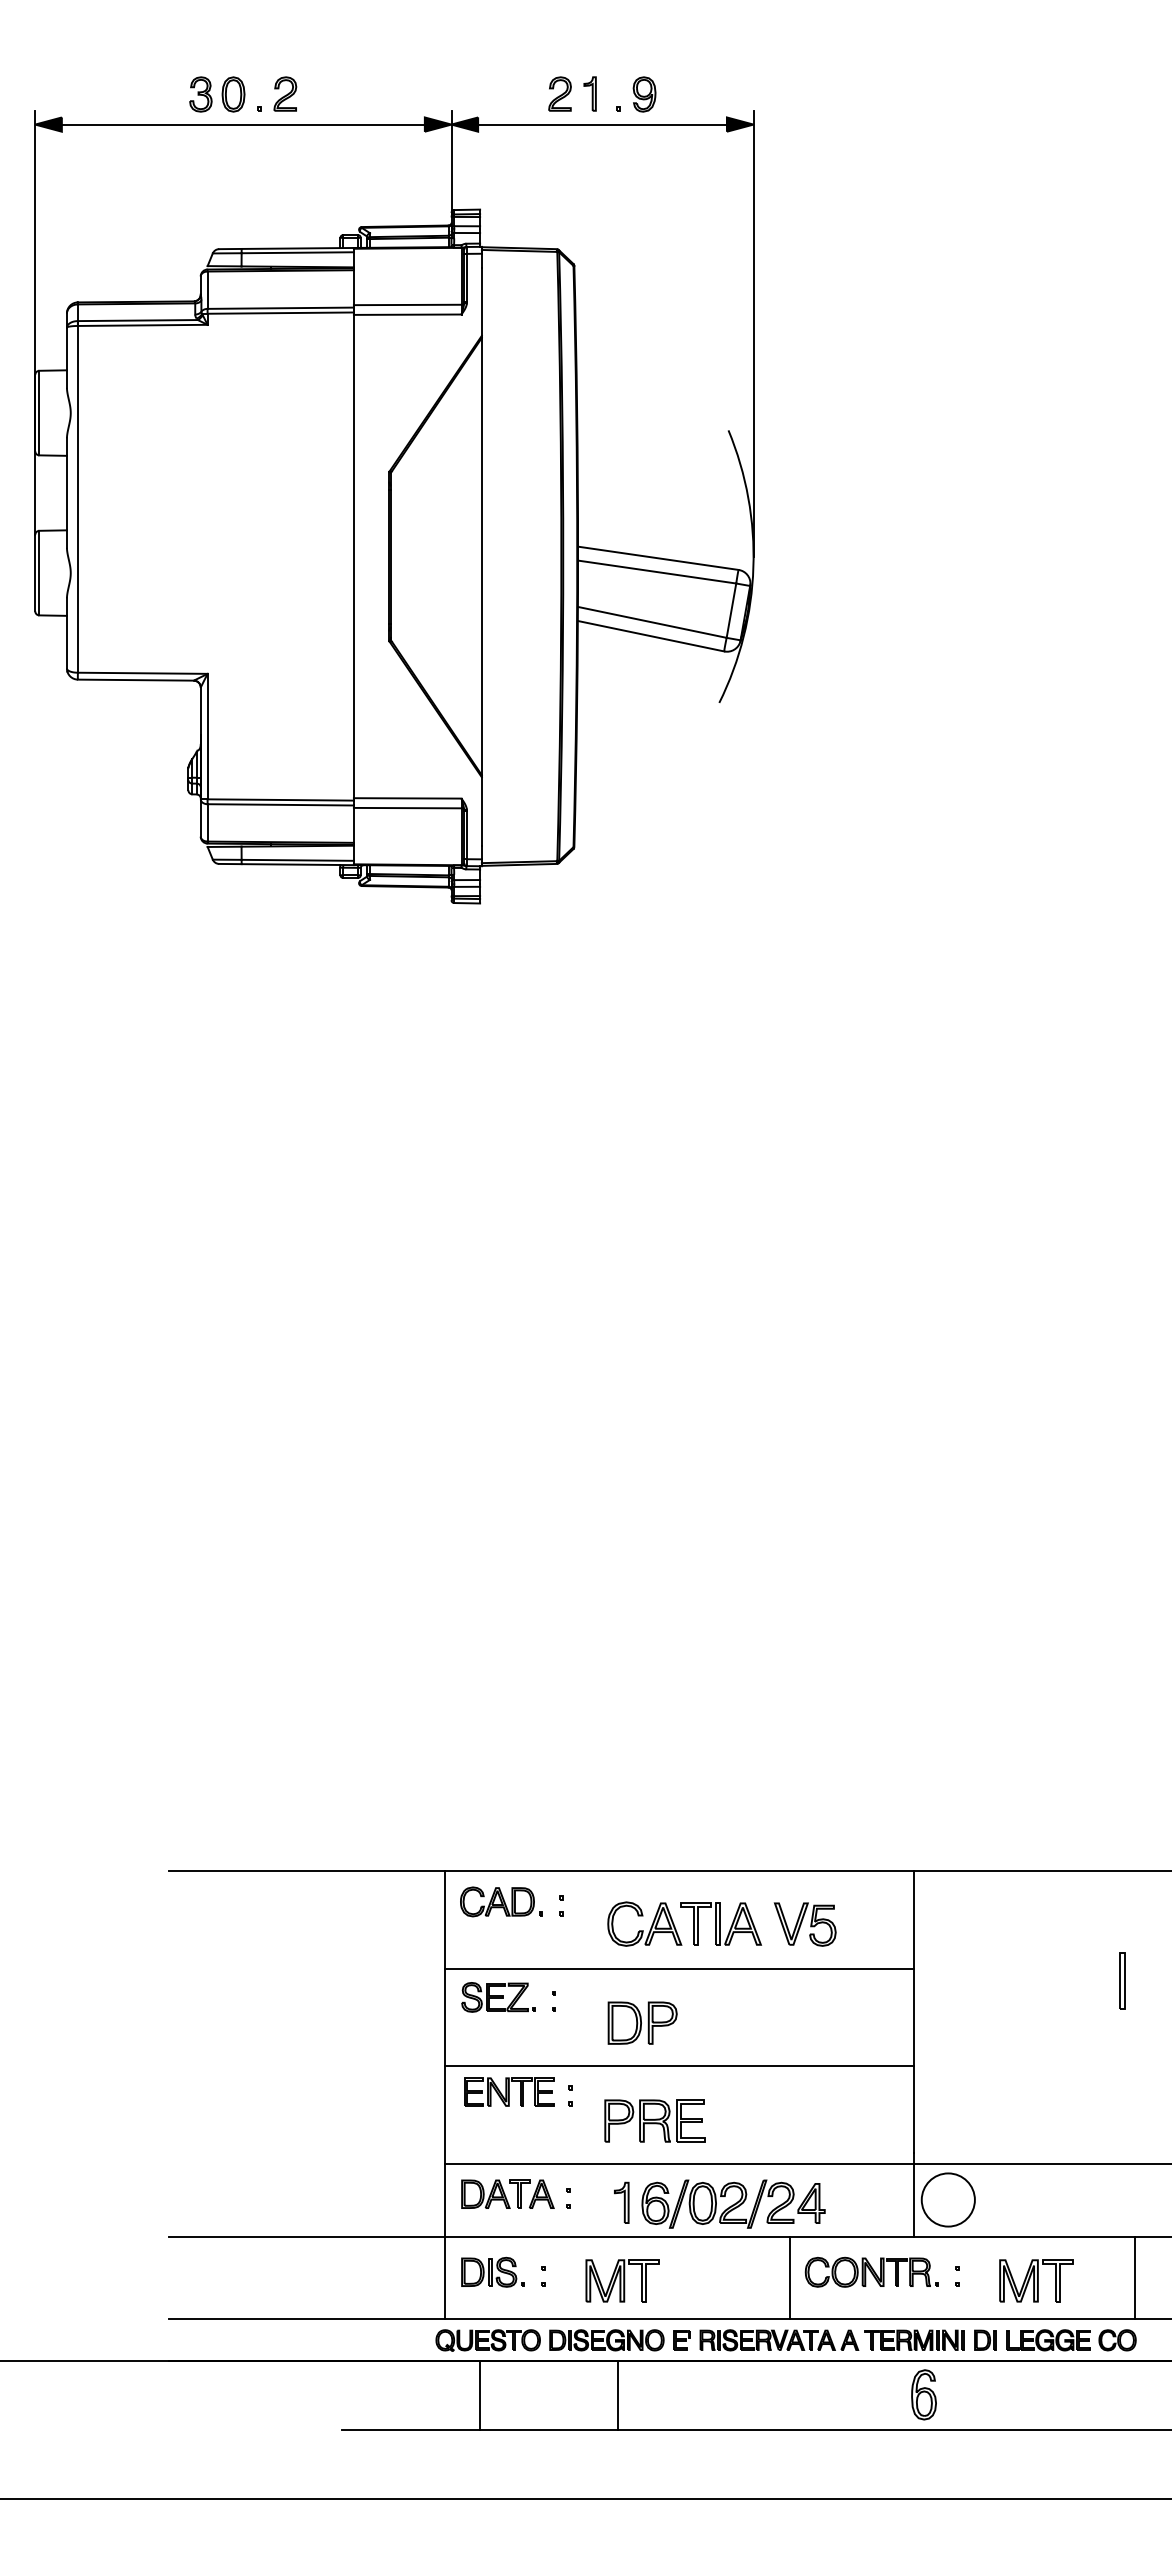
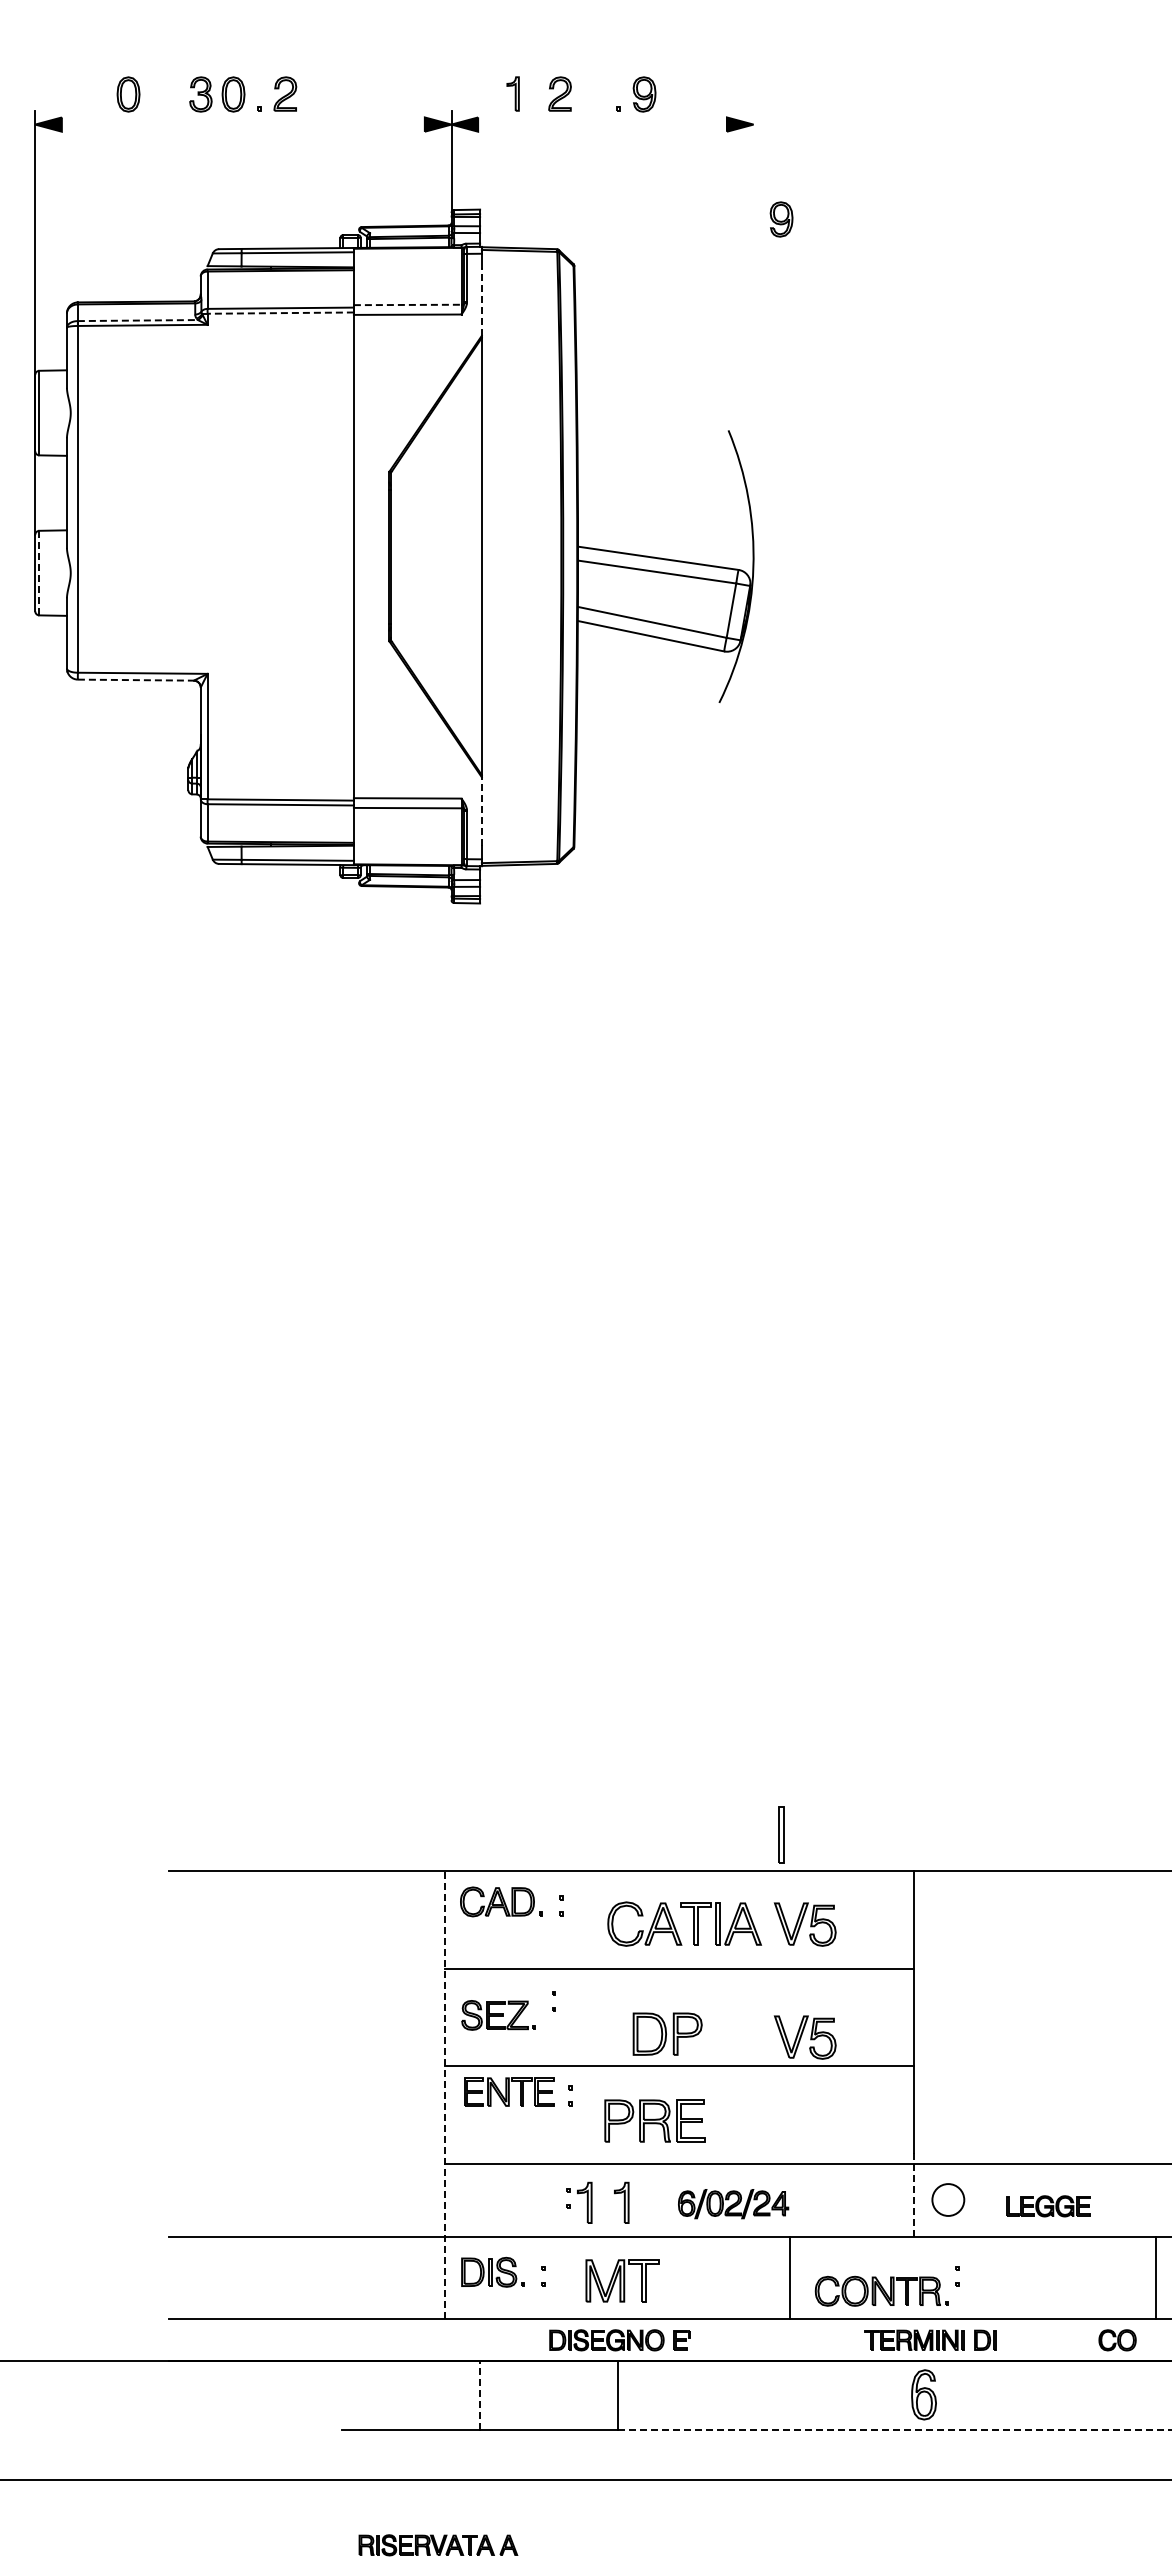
part at (589, 93) position: (589, 93) -> (512, 93)
part at (128, 94): none -> present
line at (242, 124): present -> none
line at (602, 124): present -> none
part at (781, 219): none -> present
line at (481, 301): solid -> dashed
line at (407, 304): solid -> dashed
line at (280, 313): solid -> dashed
line at (138, 320): solid -> dashed
line at (753, 333): present -> none
line at (39, 573): solid -> dashed
line at (136, 680): solid -> dashed
line at (481, 810): solid -> dashed
part at (1122, 1980) position: (1122, 1980) -> (781, 1834)
part at (498, 1997) position: (498, 1997) -> (498, 2015)
part at (642, 2022) position: (642, 2022) -> (667, 2033)
part at (804, 2037): none -> present
line at (445, 2094): solid -> dashed
part at (507, 2193): present -> none
line at (914, 2194): solid -> dashed
circle at (947, 2199) diameter: 53 px -> 32 px
part at (584, 2202): none -> present
part at (733, 2203) size: 185x50 px -> 112x31 px
part at (871, 2271) position: (871, 2271) -> (881, 2290)
line at (1134, 2277) position: (1134, 2277) -> (1155, 2277)
part at (1036, 2280): present -> none
part at (487, 2340): present -> none
part at (779, 2340) position: (779, 2340) -> (438, 2545)
part at (1048, 2340) position: (1048, 2340) -> (1048, 2206)
line at (479, 2394): solid -> dashed
line at (894, 2429): solid -> dashed
line at (585, 2498) position: (585, 2498) -> (585, 2479)
